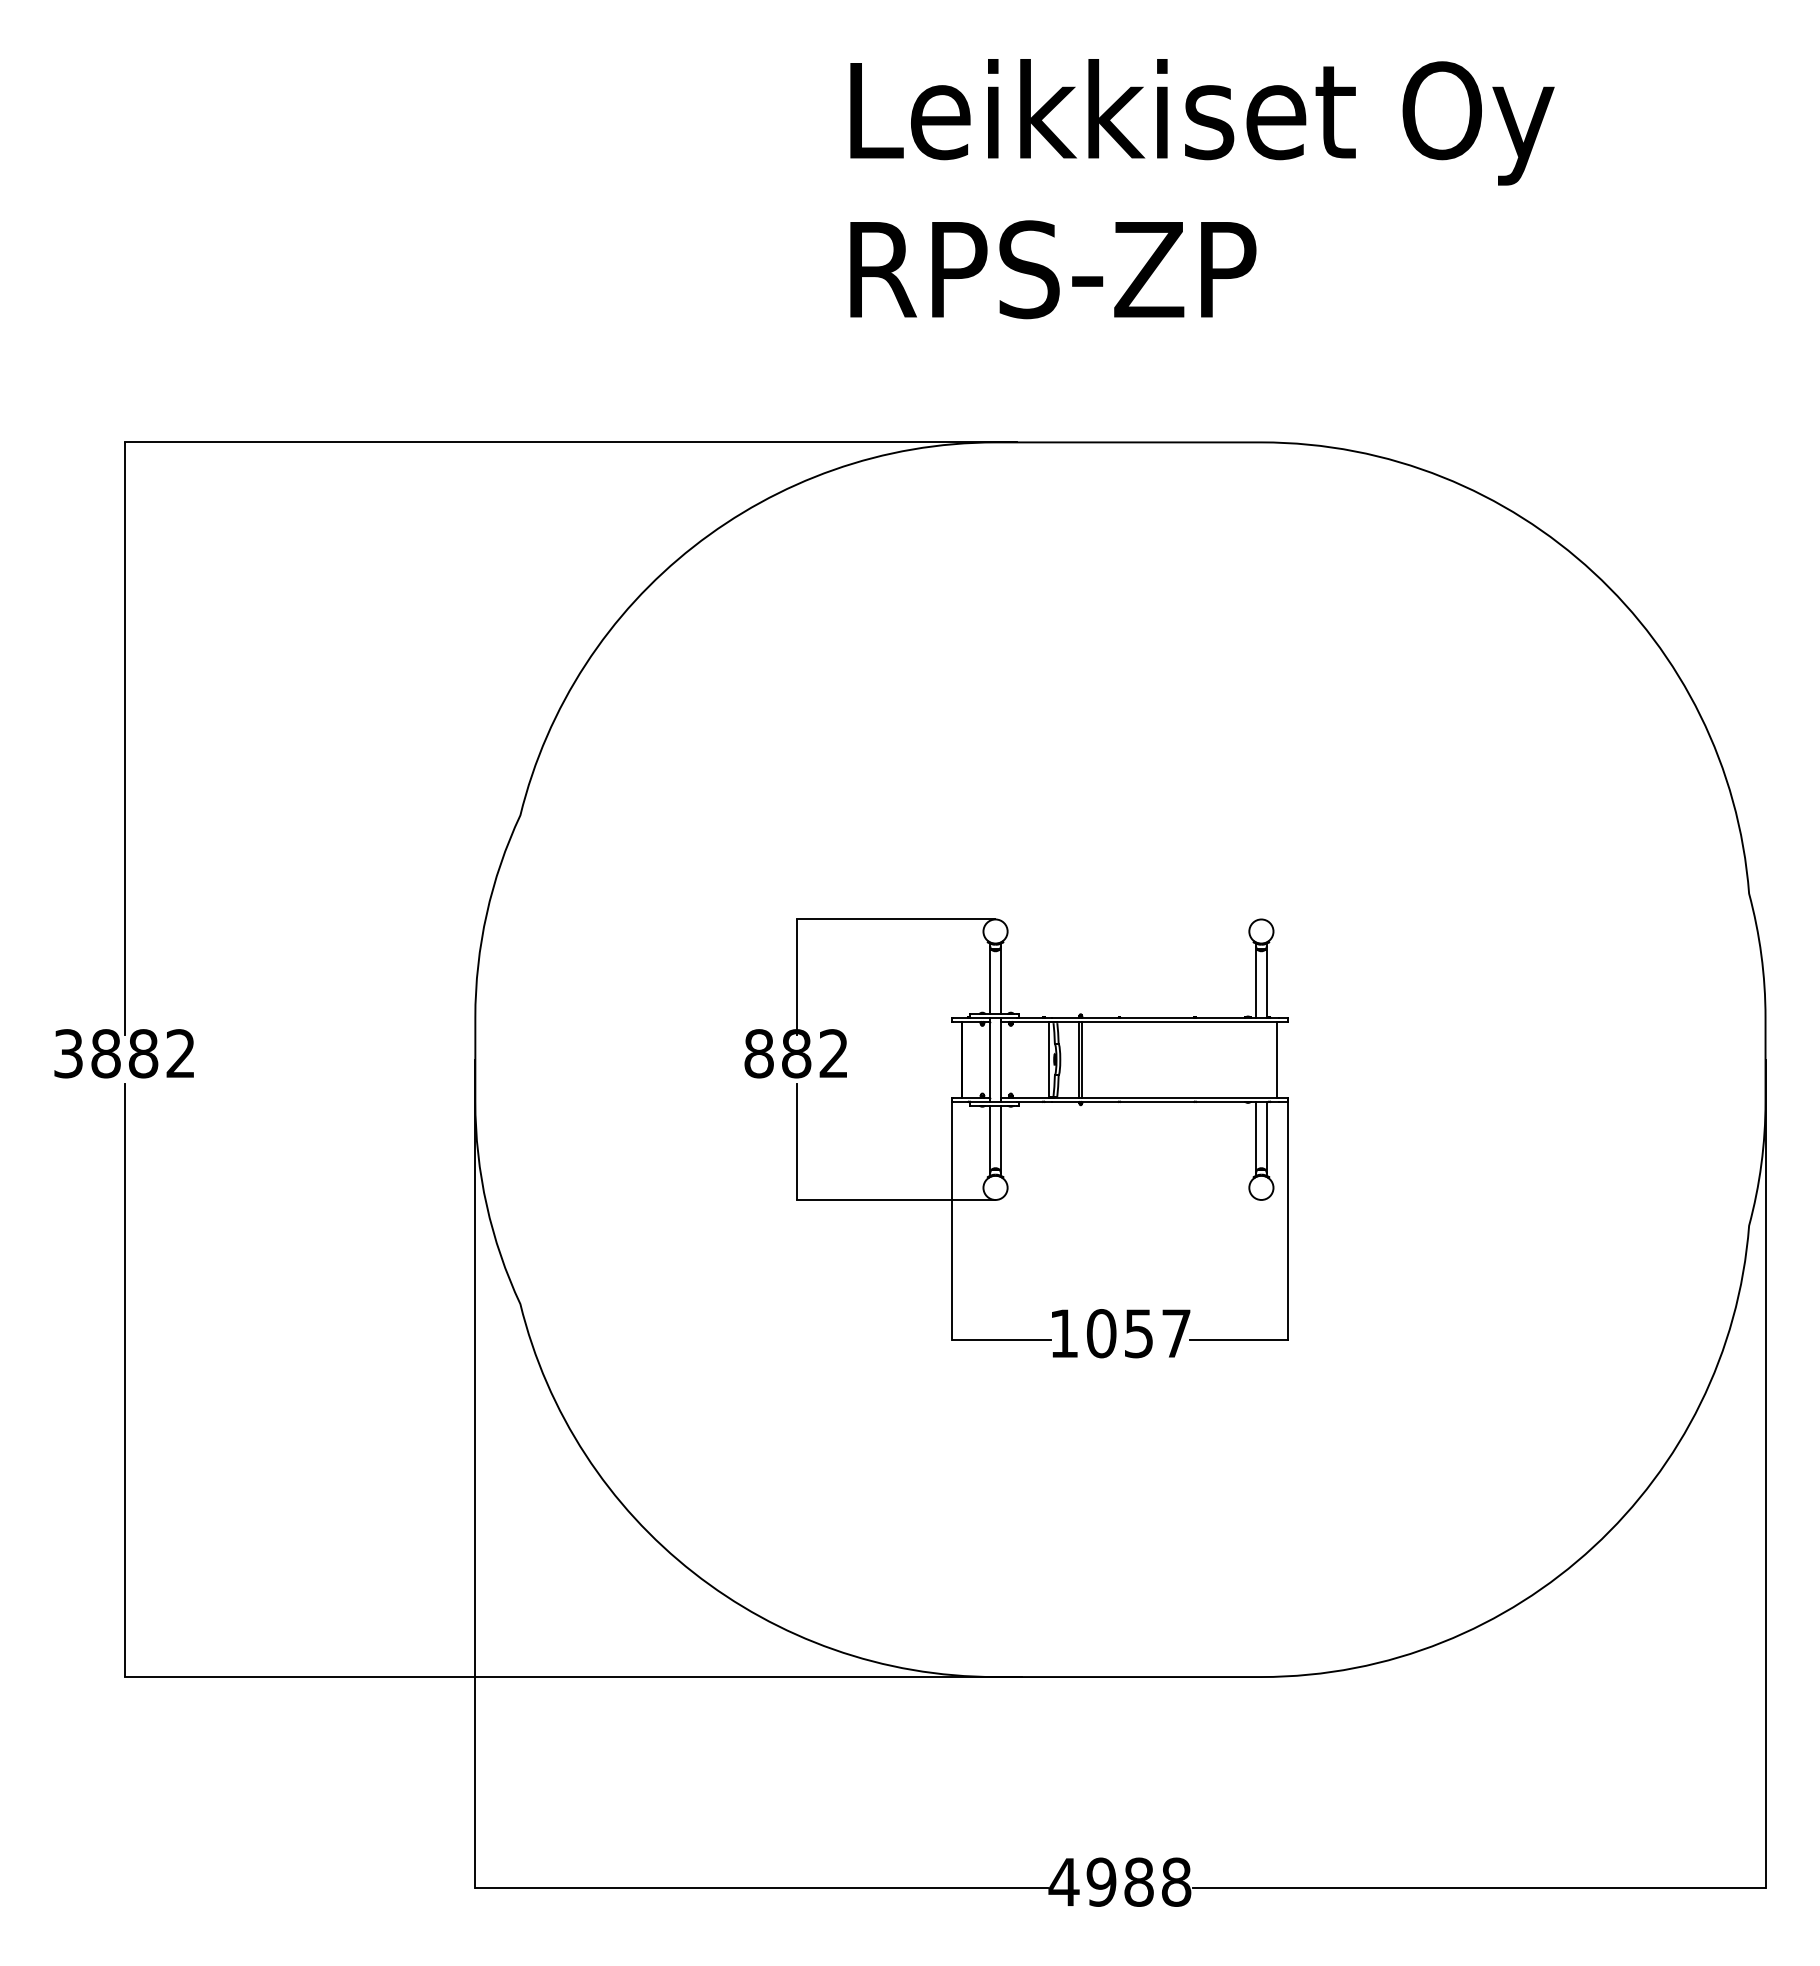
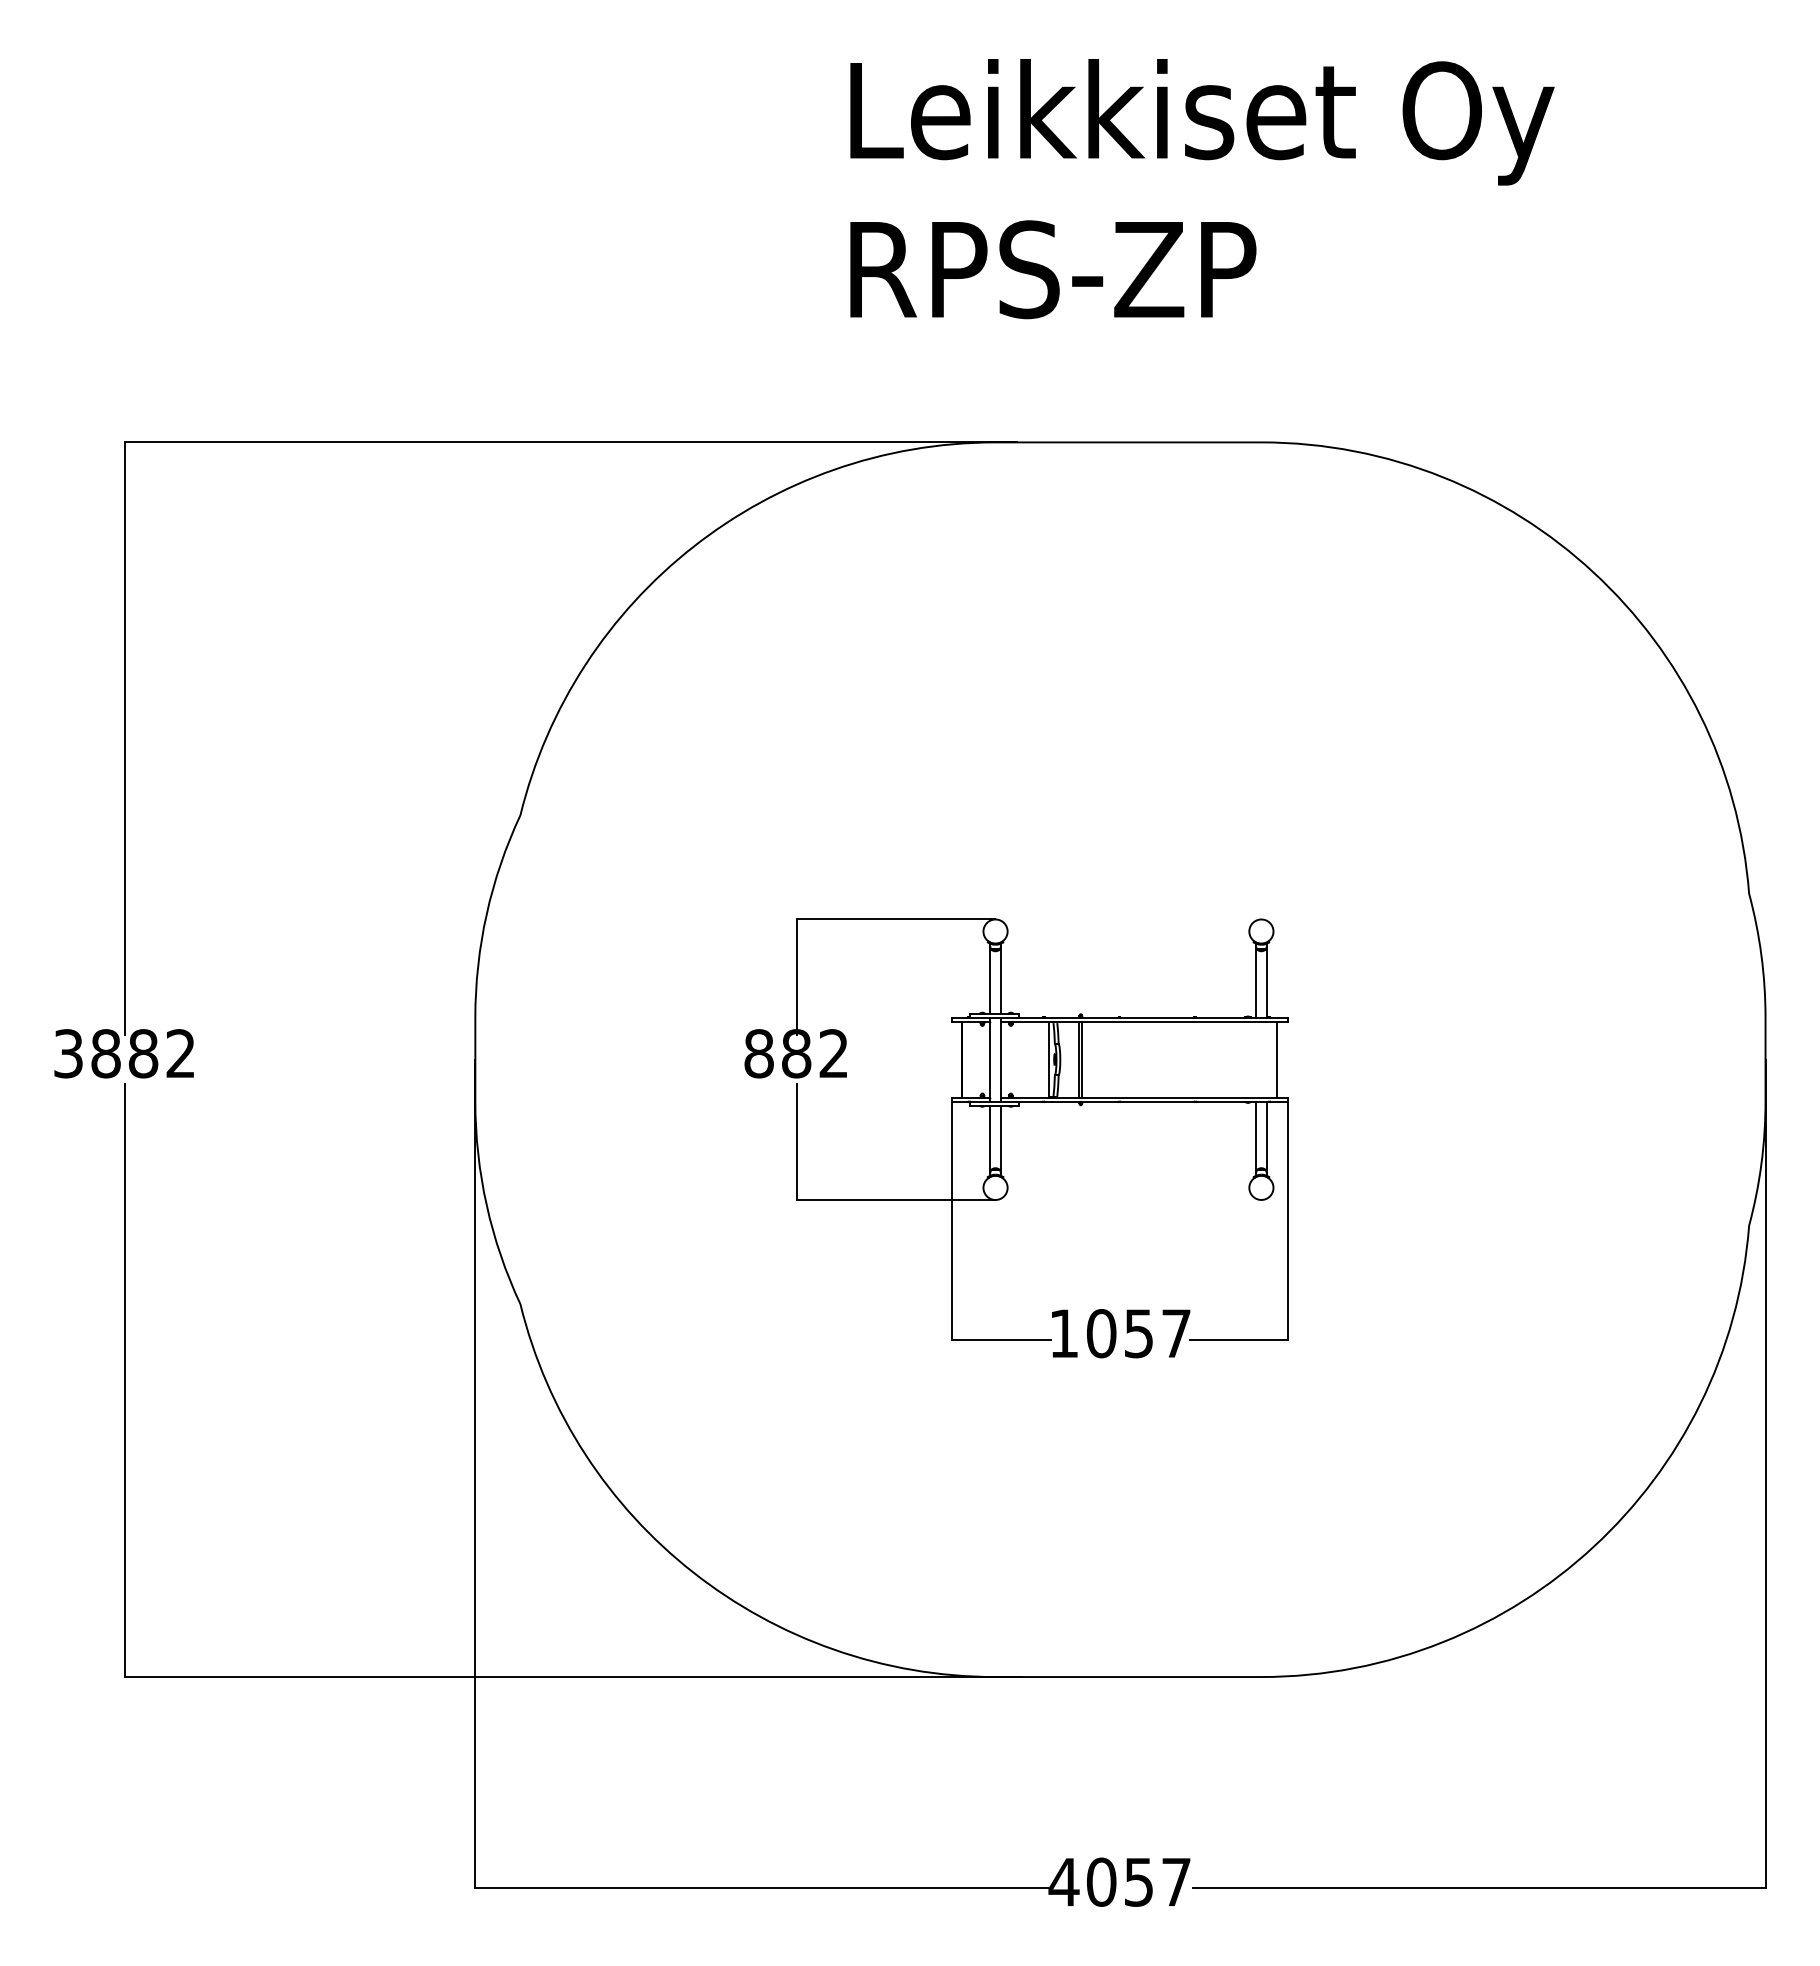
text at (1138, 1881): 4988 -> 4057
